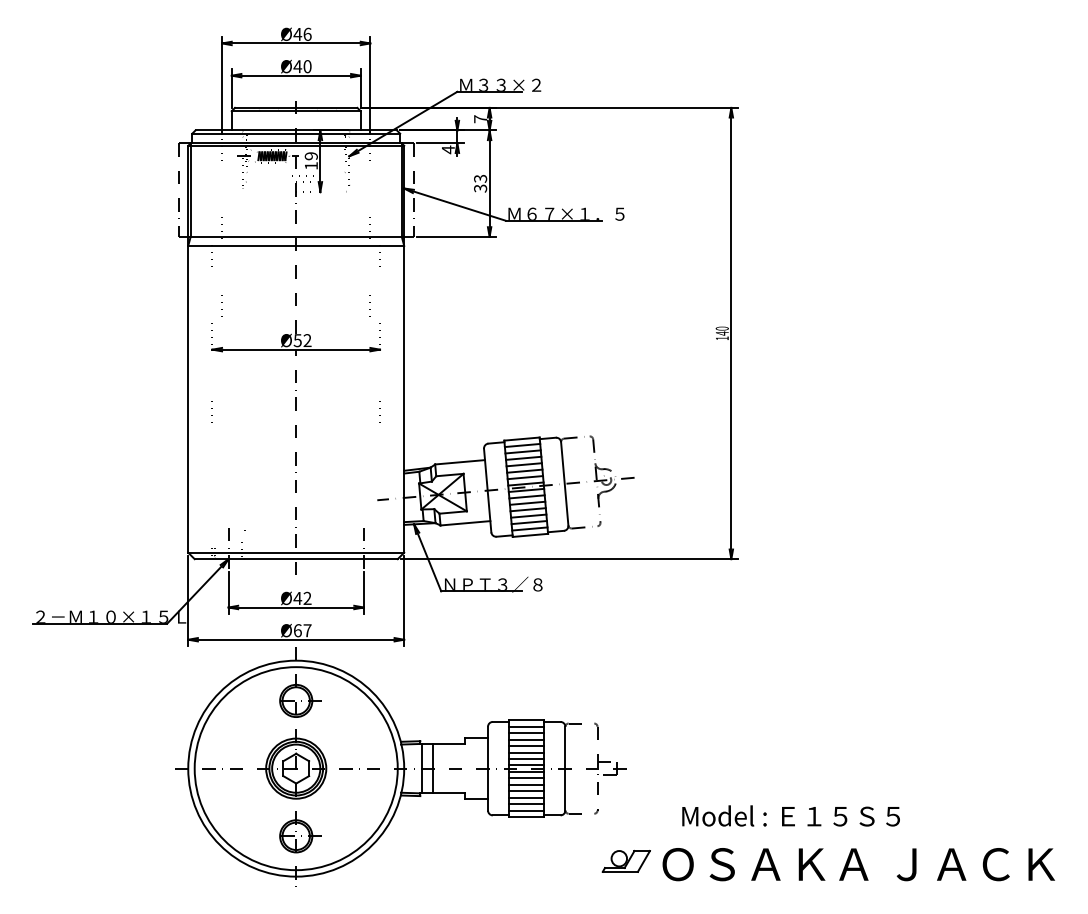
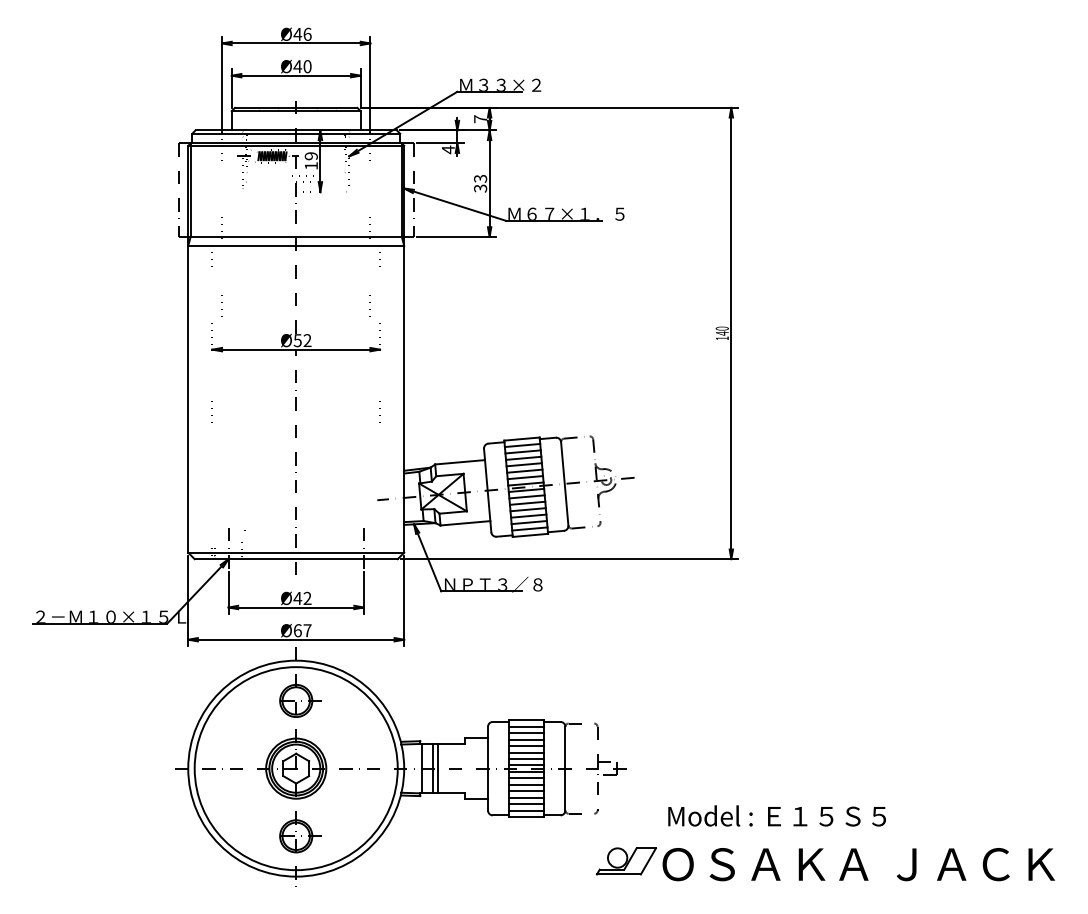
line at (438, 768): none -> present
text at (790, 815) position: (790, 815) -> (776, 815)
part at (625, 861) size: 50x23 px -> 62x29 px
